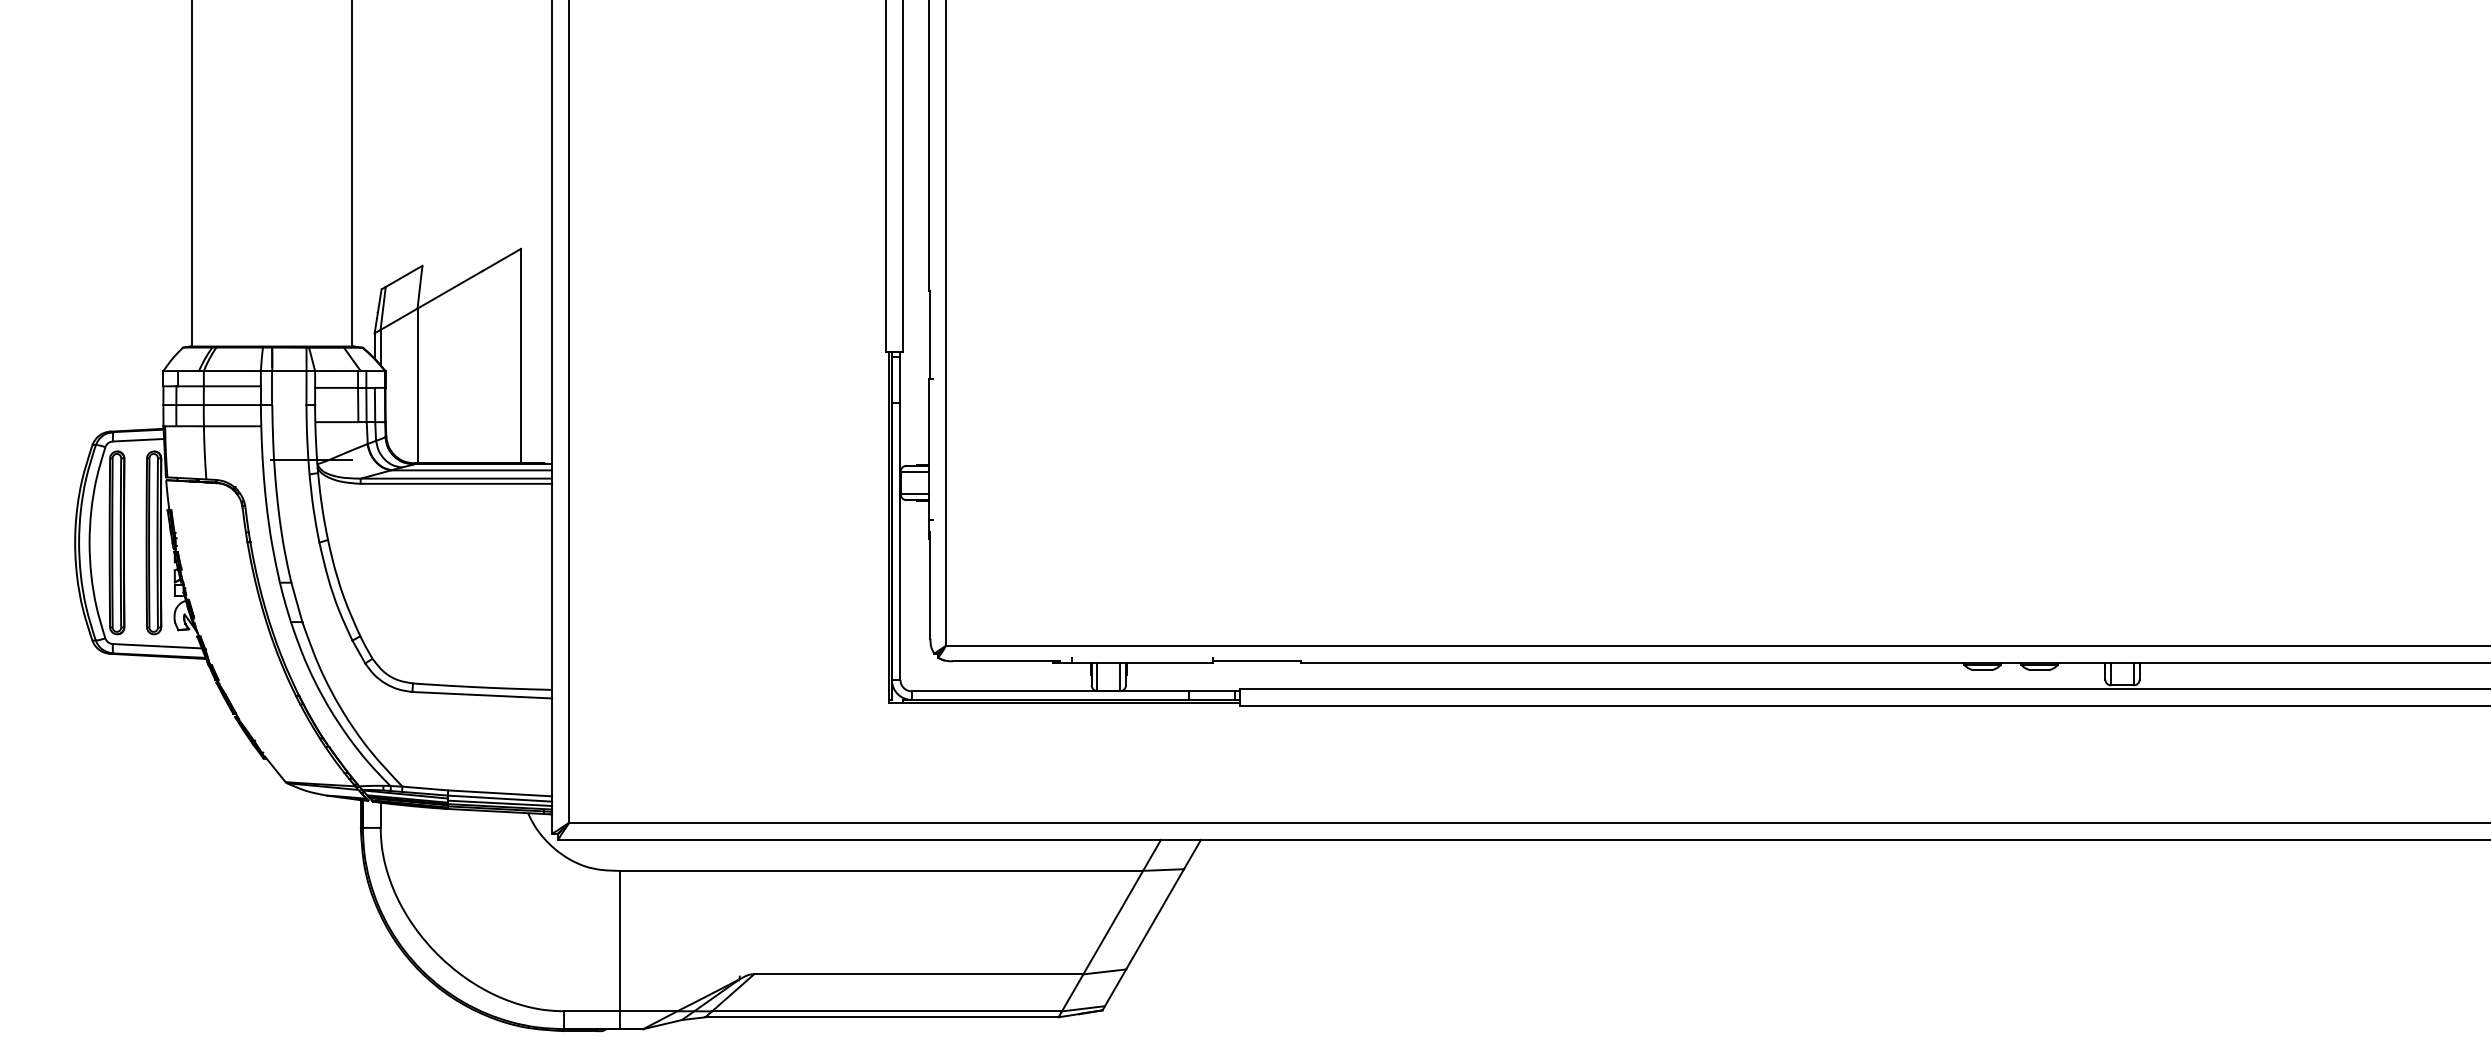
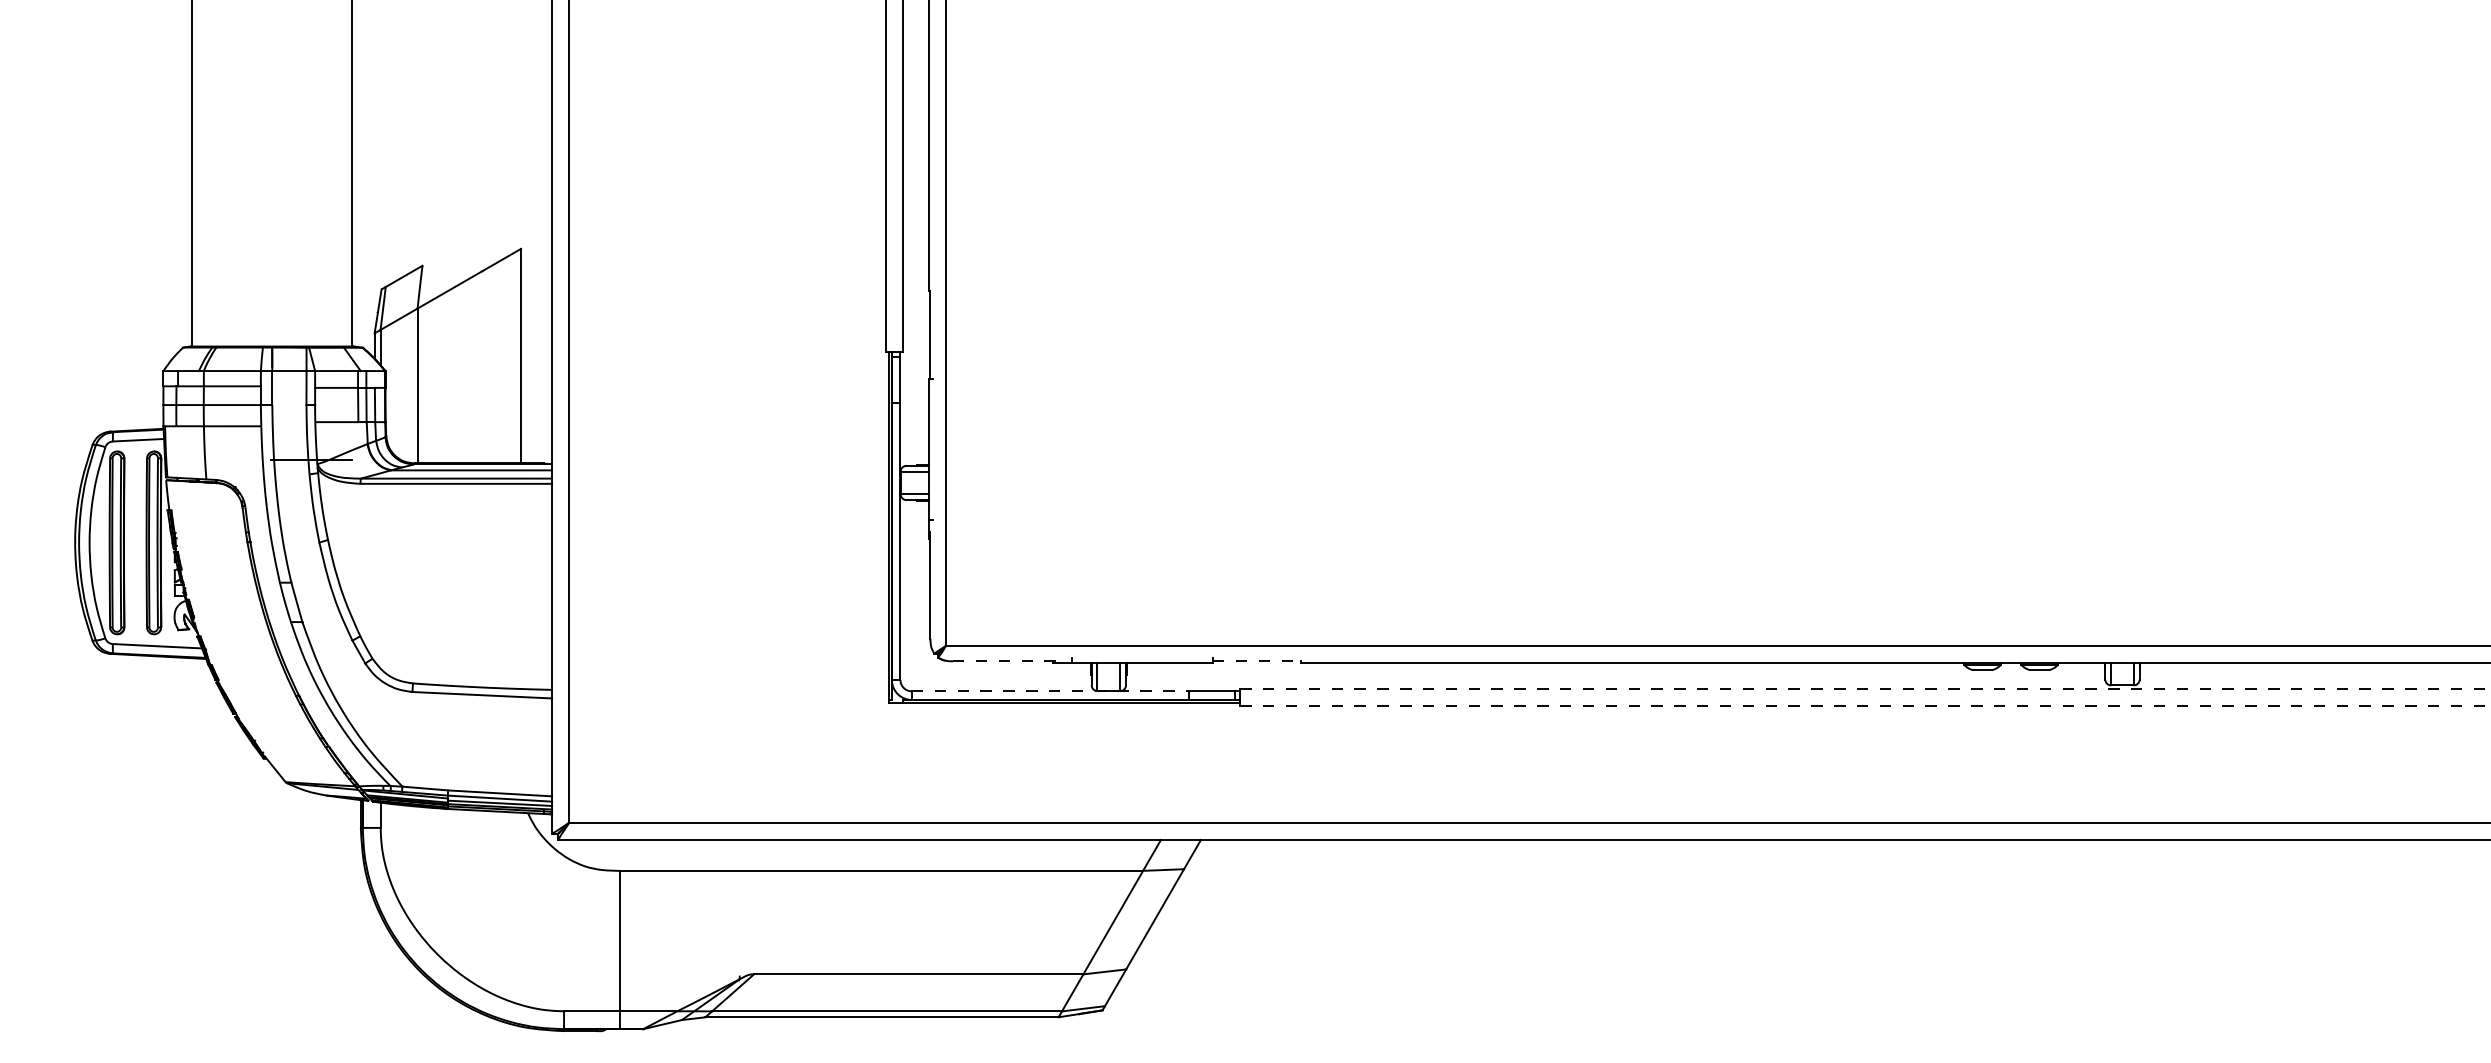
line at (1006, 661): solid -> dashed
line at (1257, 661): solid -> dashed
line at (1866, 688): solid -> dashed
line at (1050, 691): solid -> dashed
line at (1865, 705): solid -> dashed
